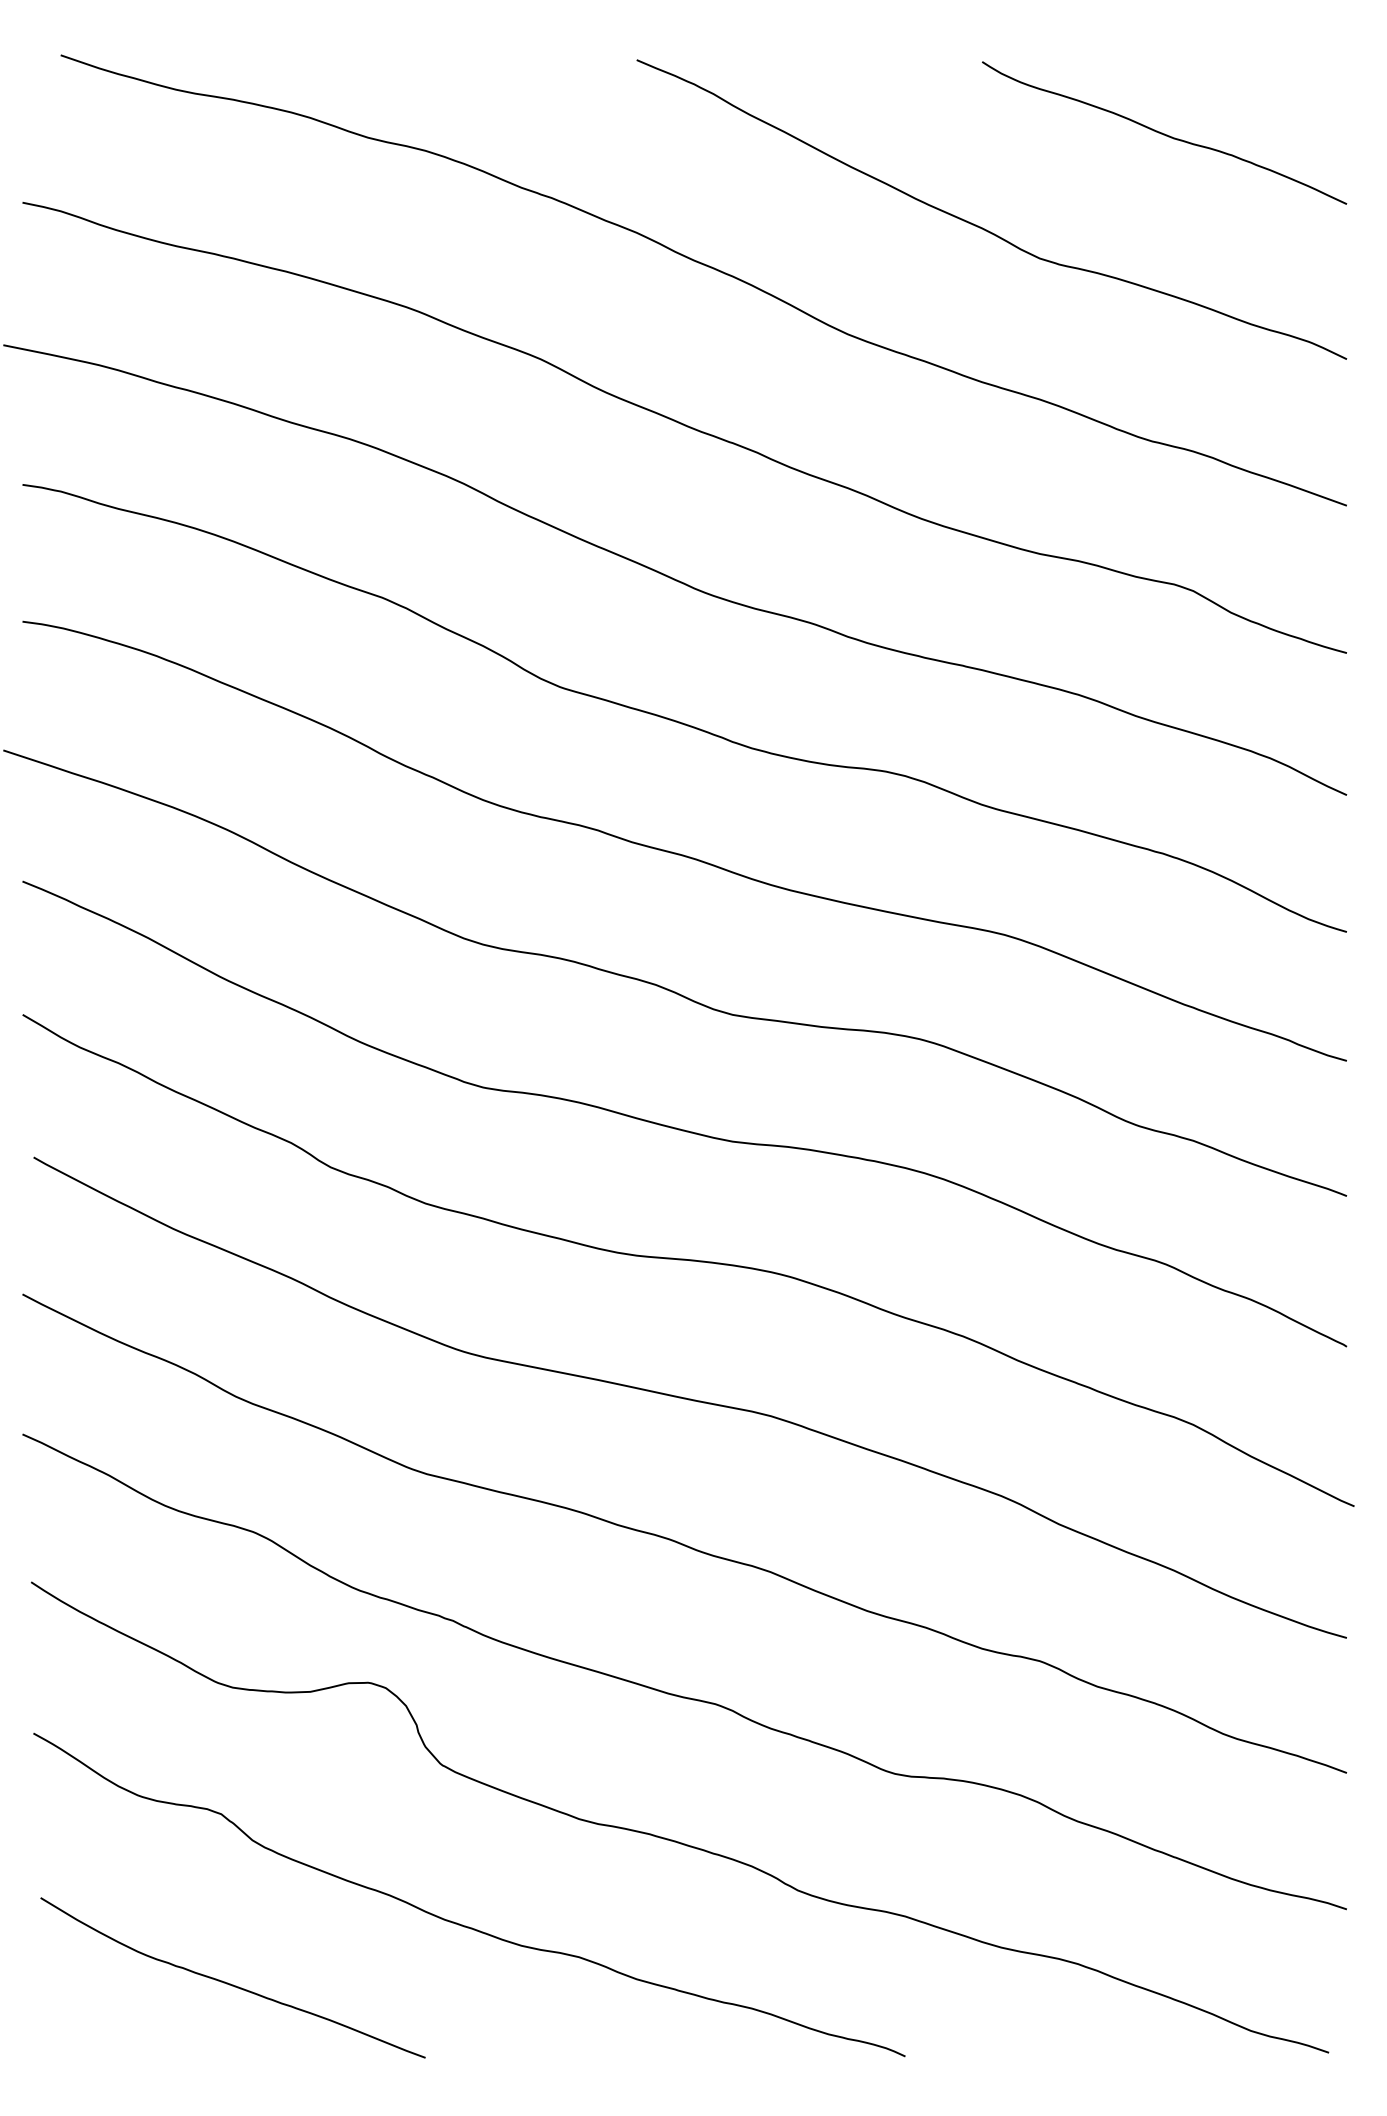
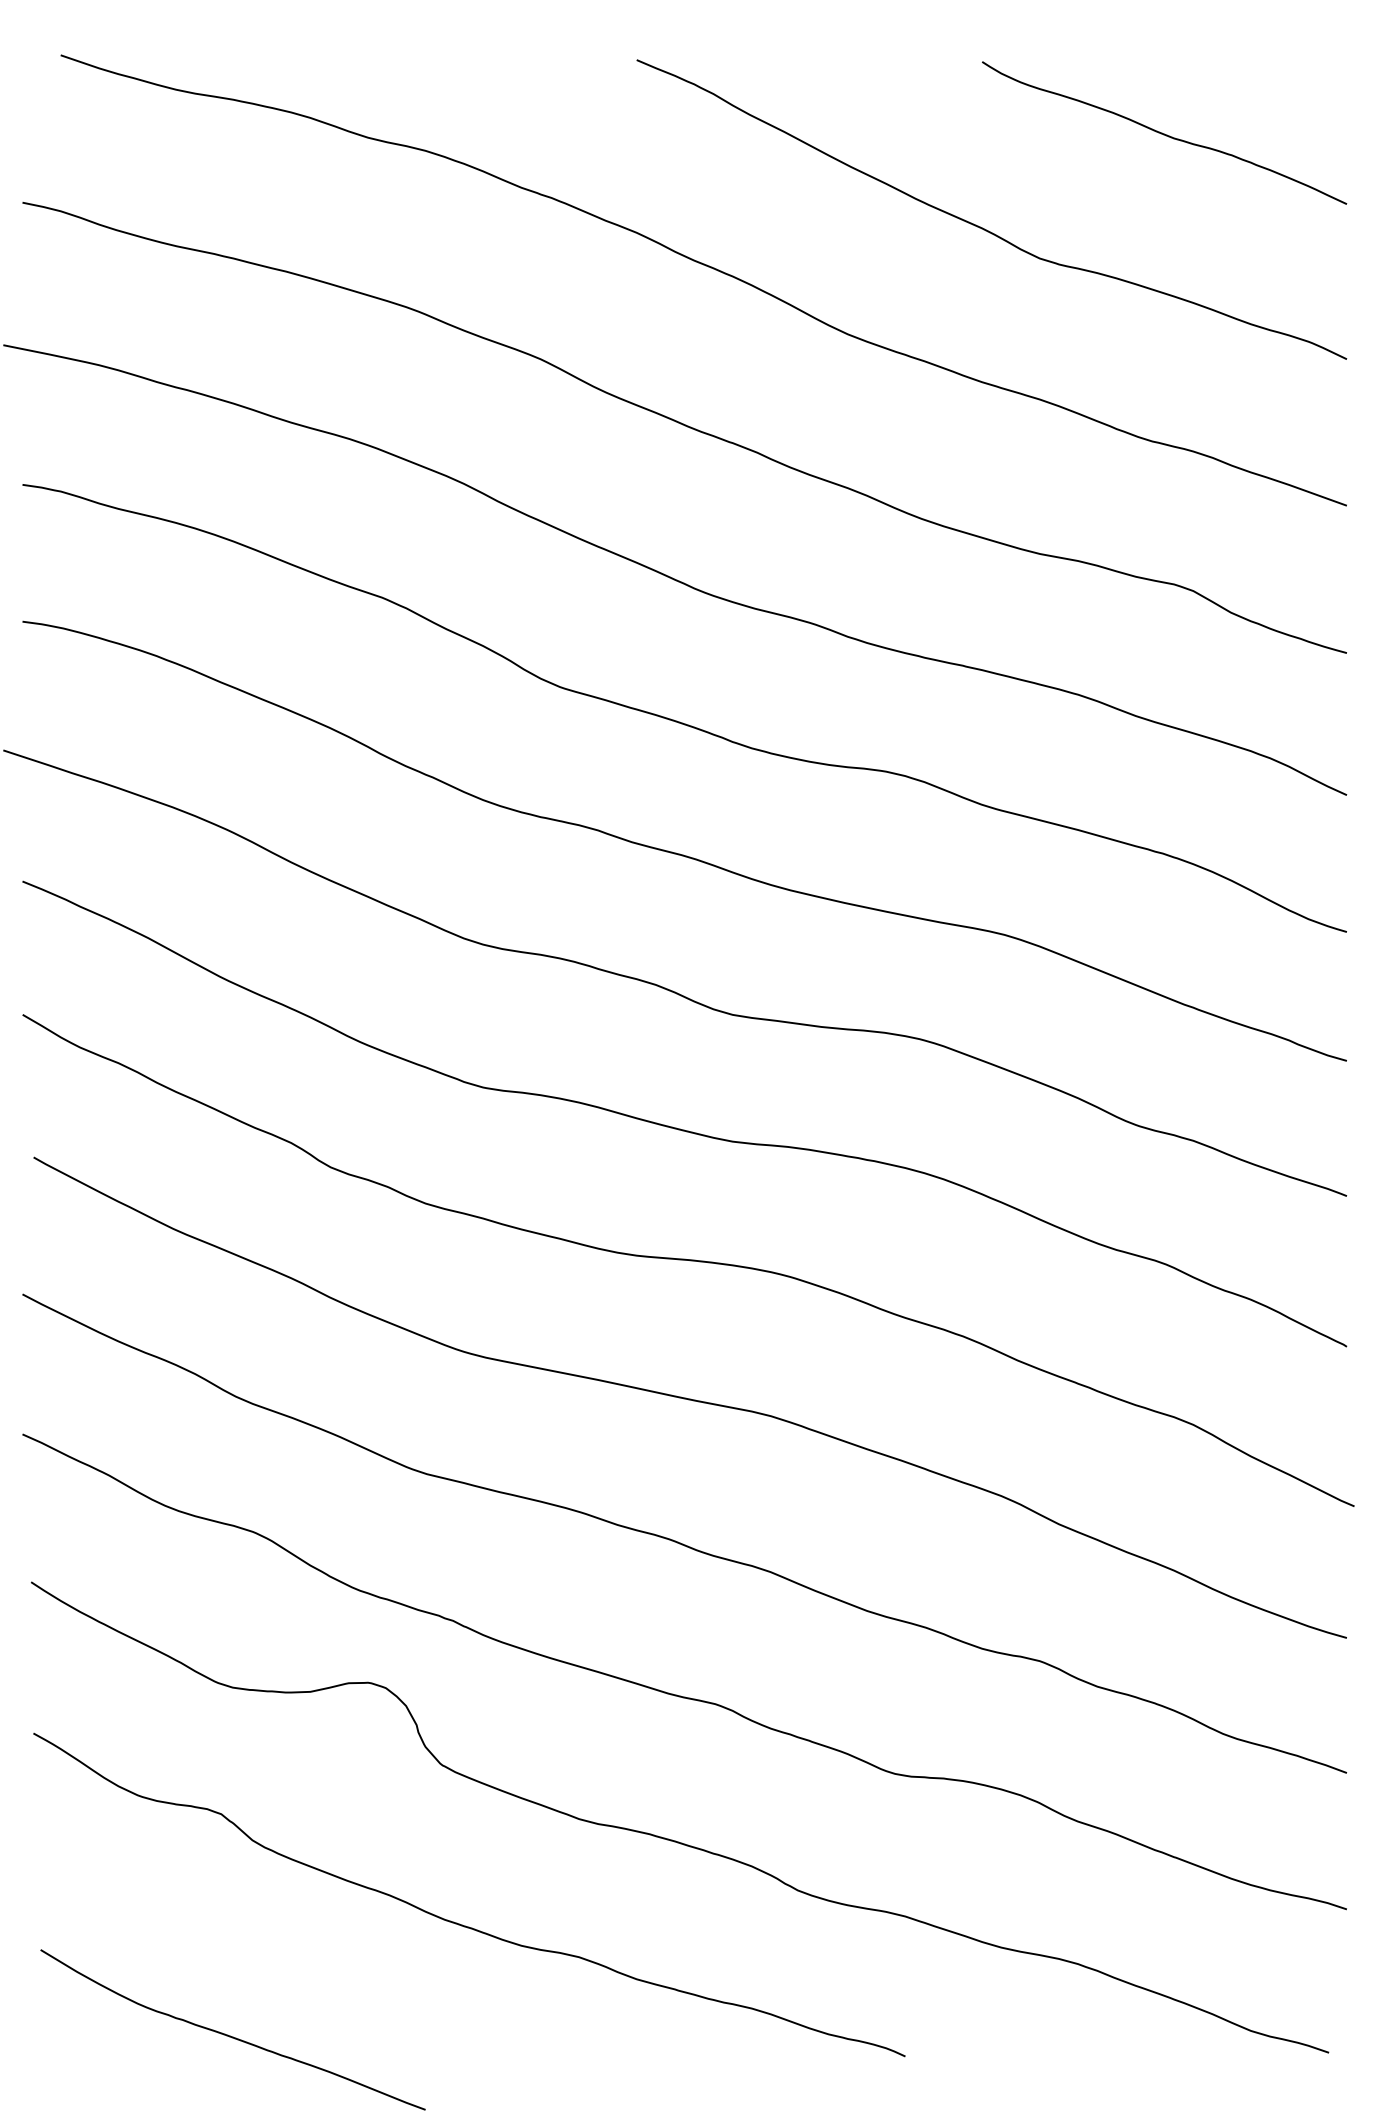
curve at (230, 1983) position: (230, 1983) -> (230, 2035)
